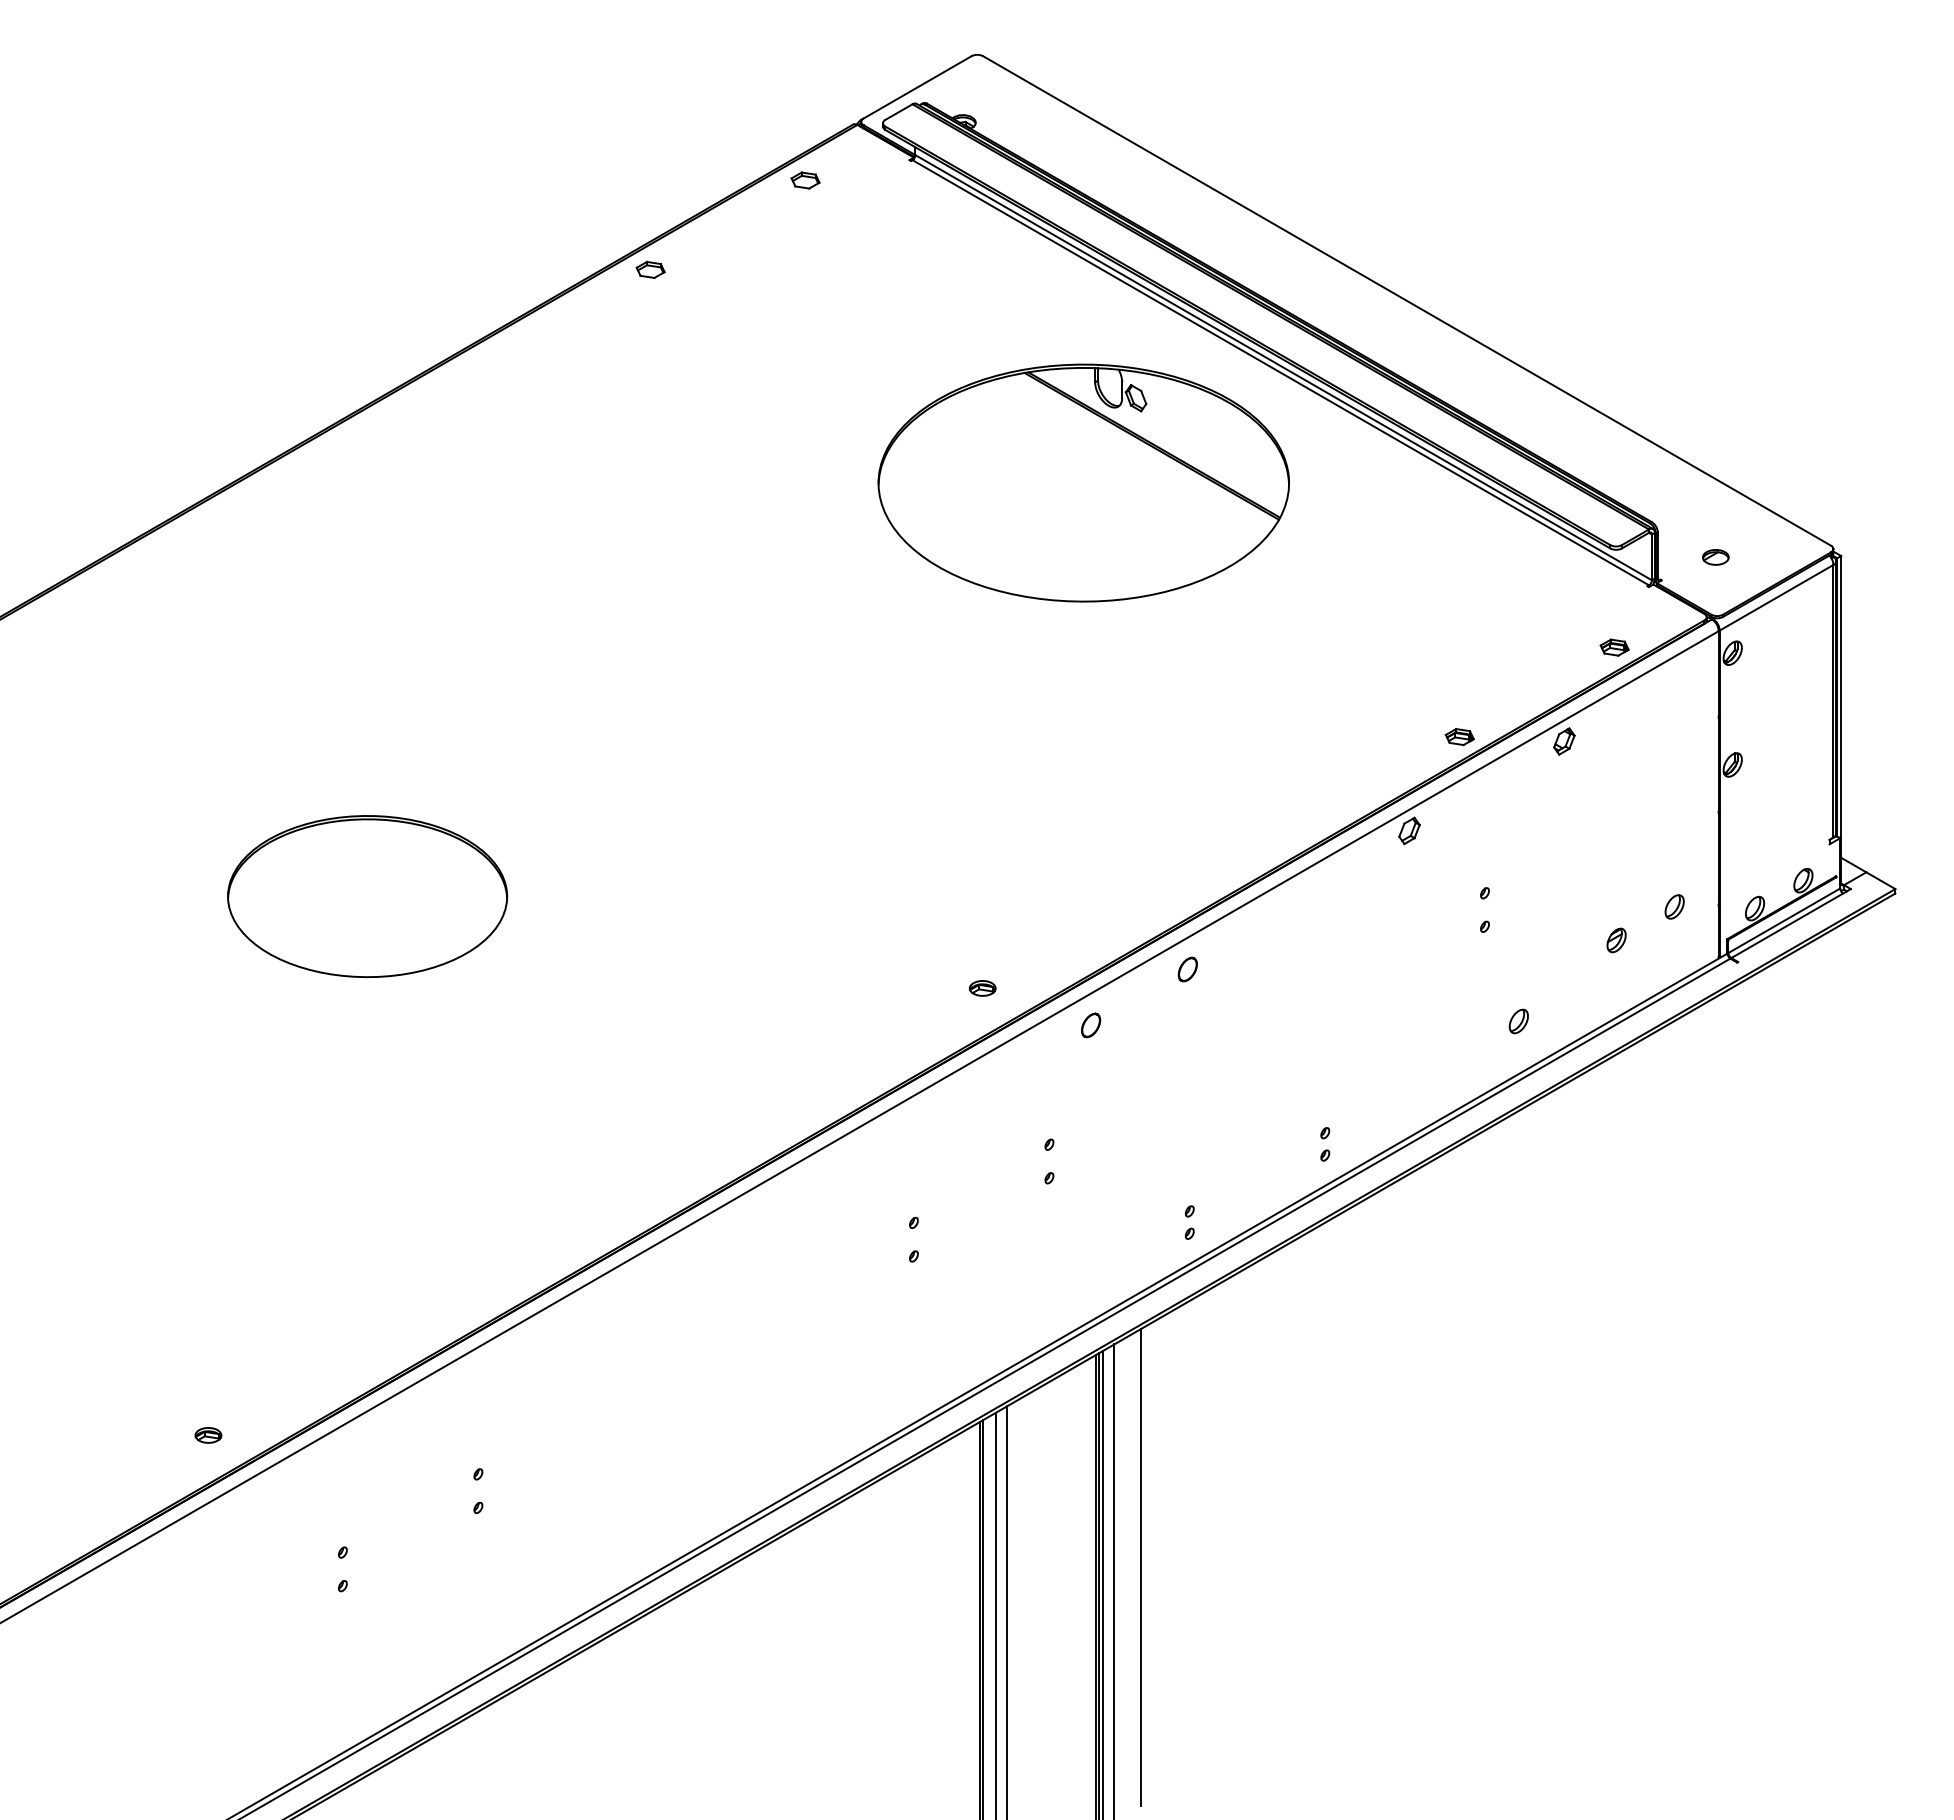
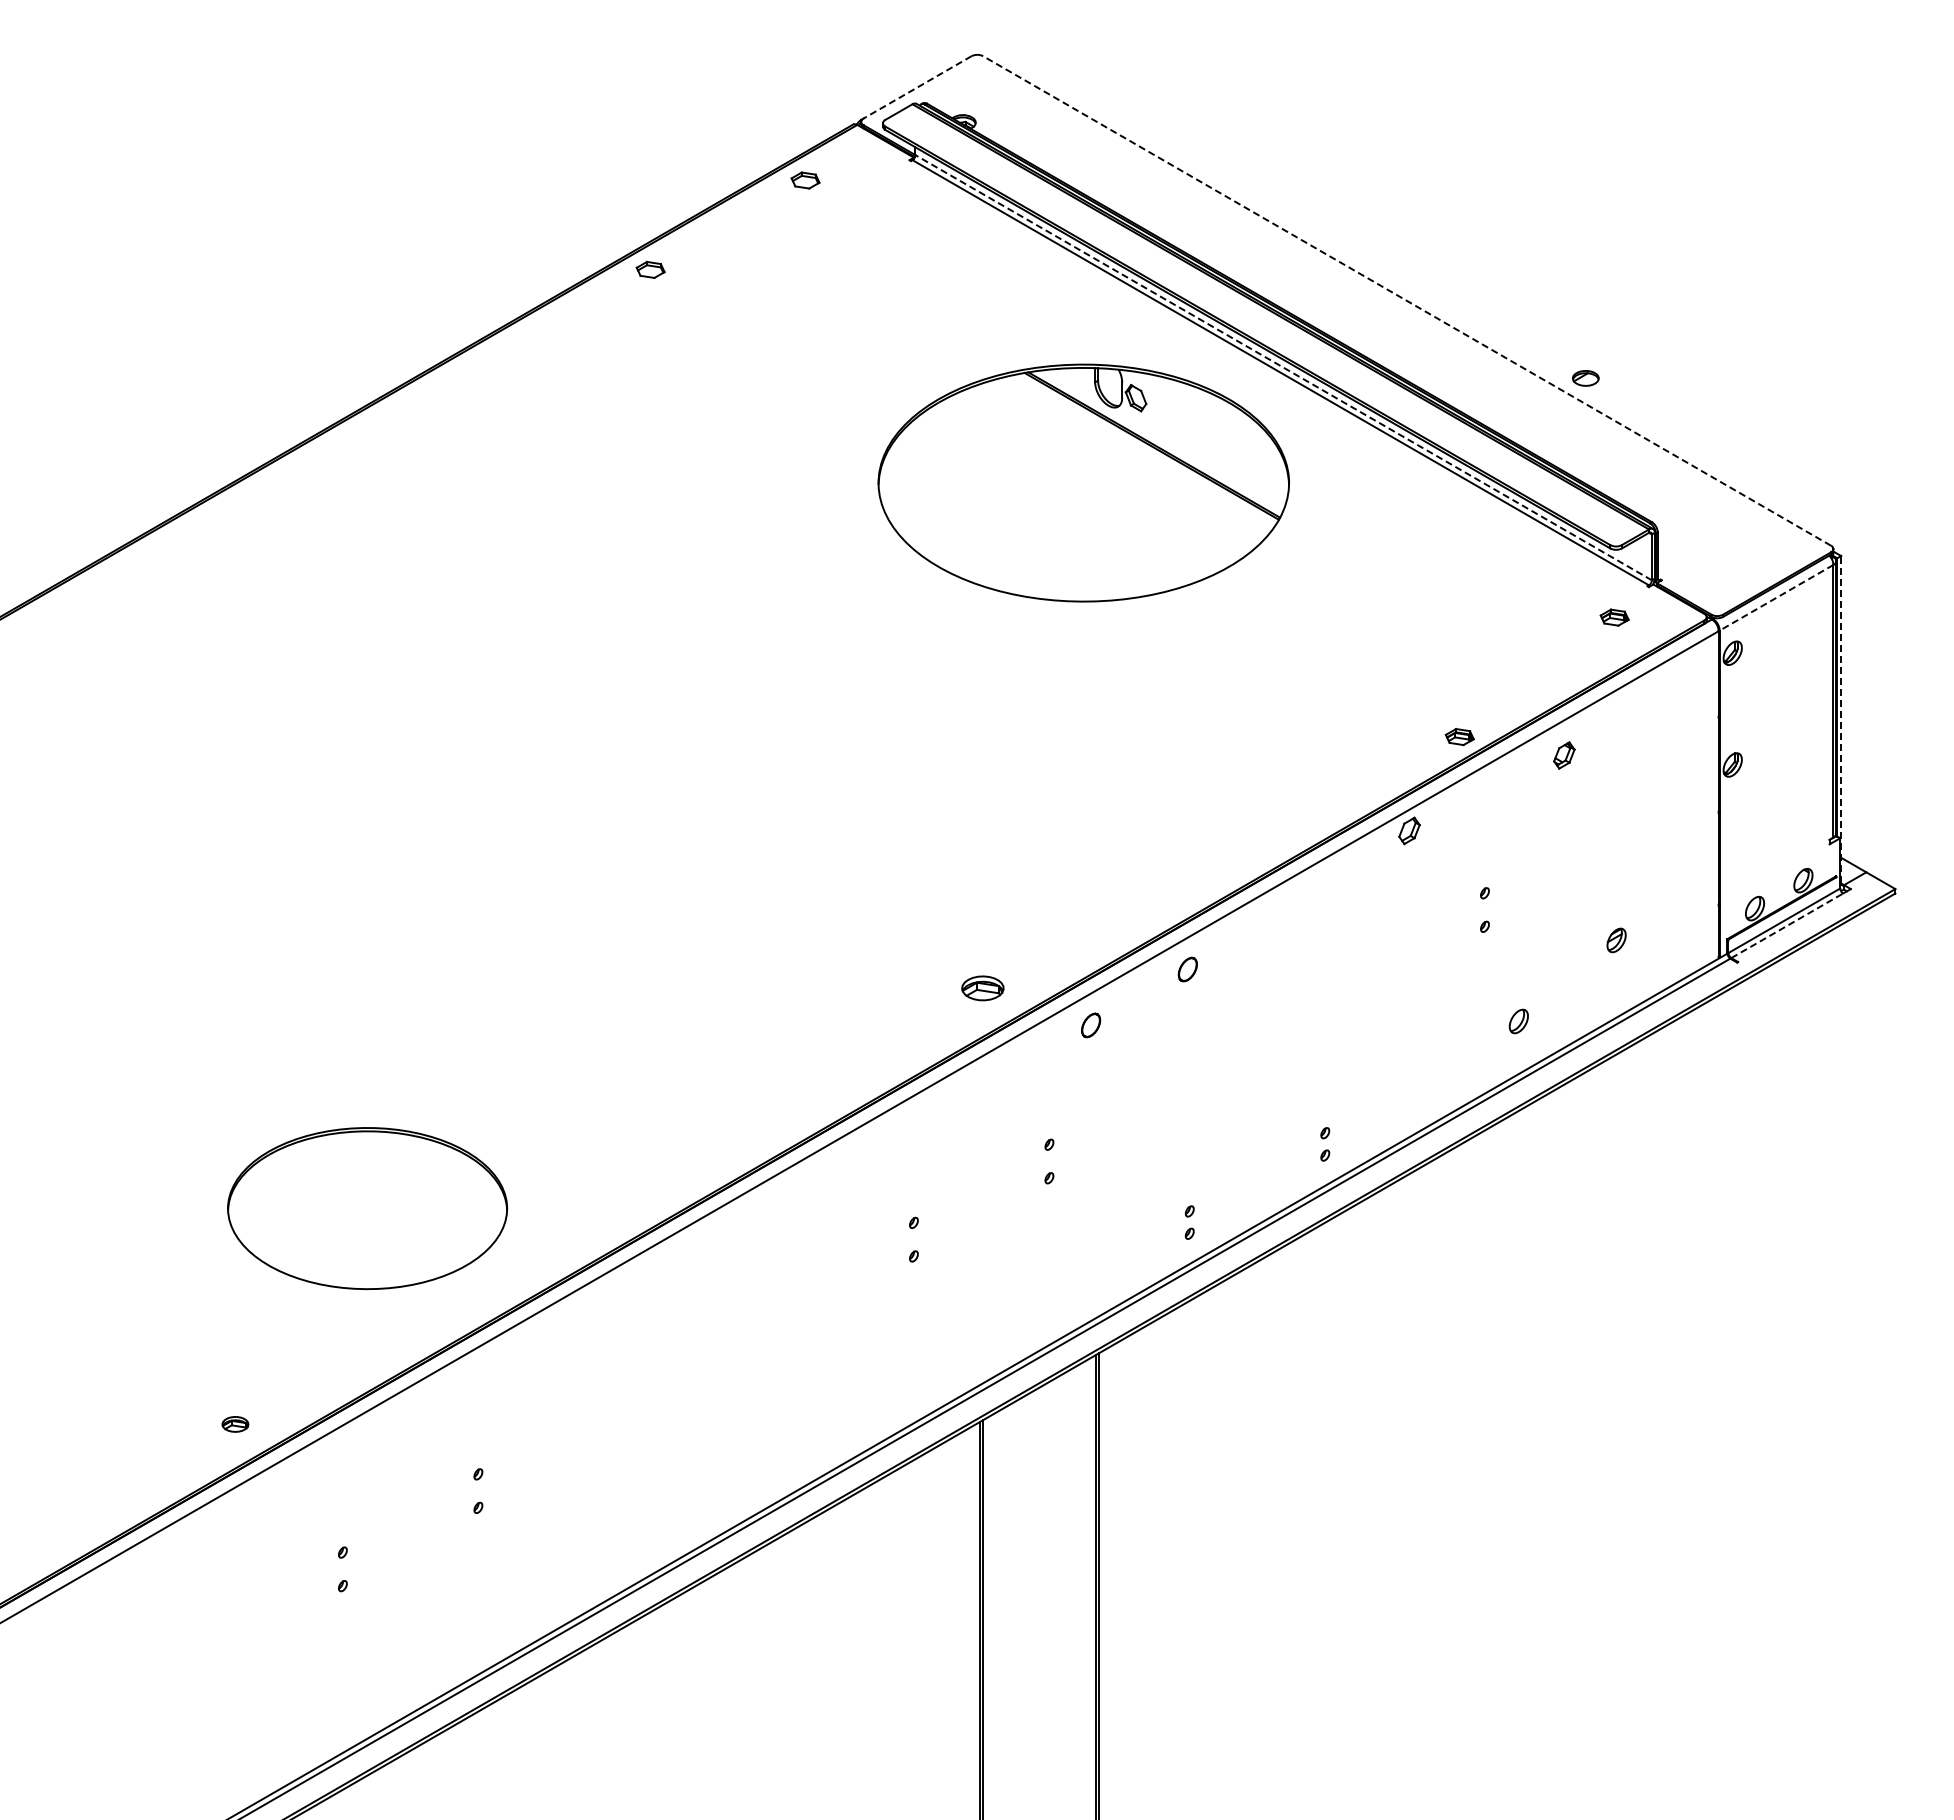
line at (917, 87): solid -> dashed
line at (1406, 300): solid -> dashed
line at (1283, 367): solid -> dashed
part at (1715, 557) position: (1715, 557) -> (1585, 378)
line at (1776, 597): solid -> dashed
part at (1614, 647) position: (1614, 647) -> (1614, 617)
line at (1841, 719): solid -> dashed
part at (1564, 741) position: (1564, 741) -> (1564, 755)
part at (367, 896) position: (367, 896) -> (367, 1208)
part at (1674, 906): present -> none
line at (1787, 925): solid -> dashed
part at (982, 988) size: 29x17 px -> 44x27 px
part at (208, 1435) position: (208, 1435) -> (235, 1424)
line at (1141, 1567): present -> none
line at (1114, 1580): present -> none
line at (1102, 1583): present -> none
line at (1007, 1611): present -> none
line at (995, 1614): present -> none
